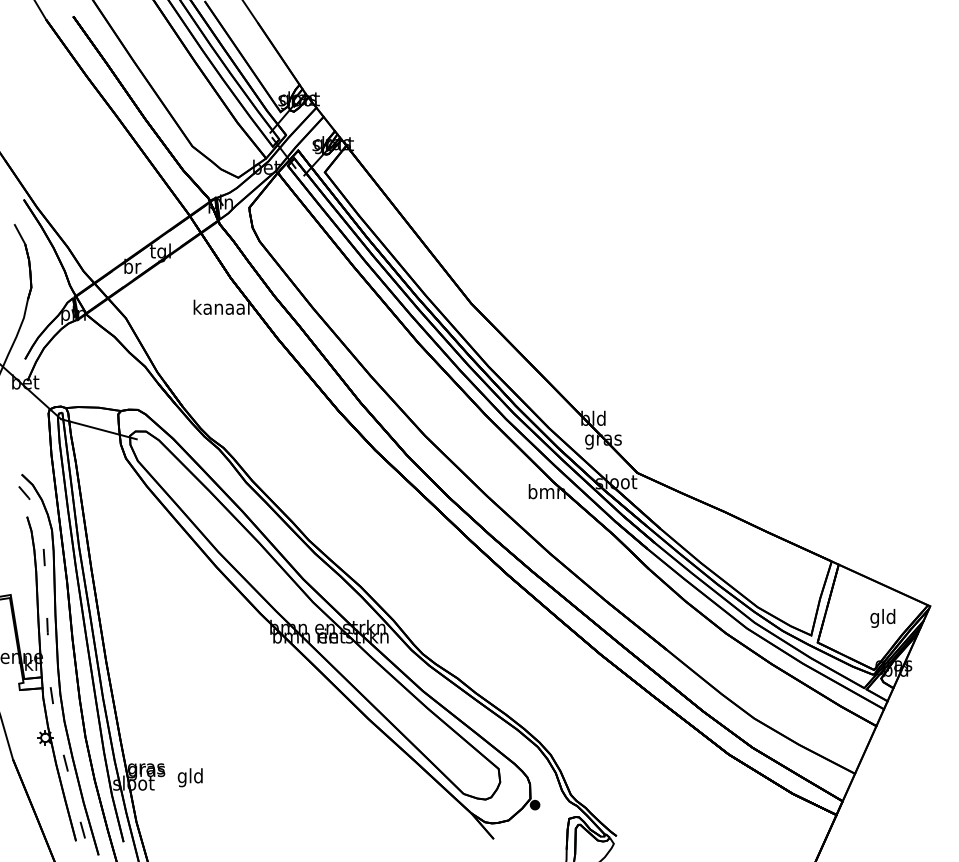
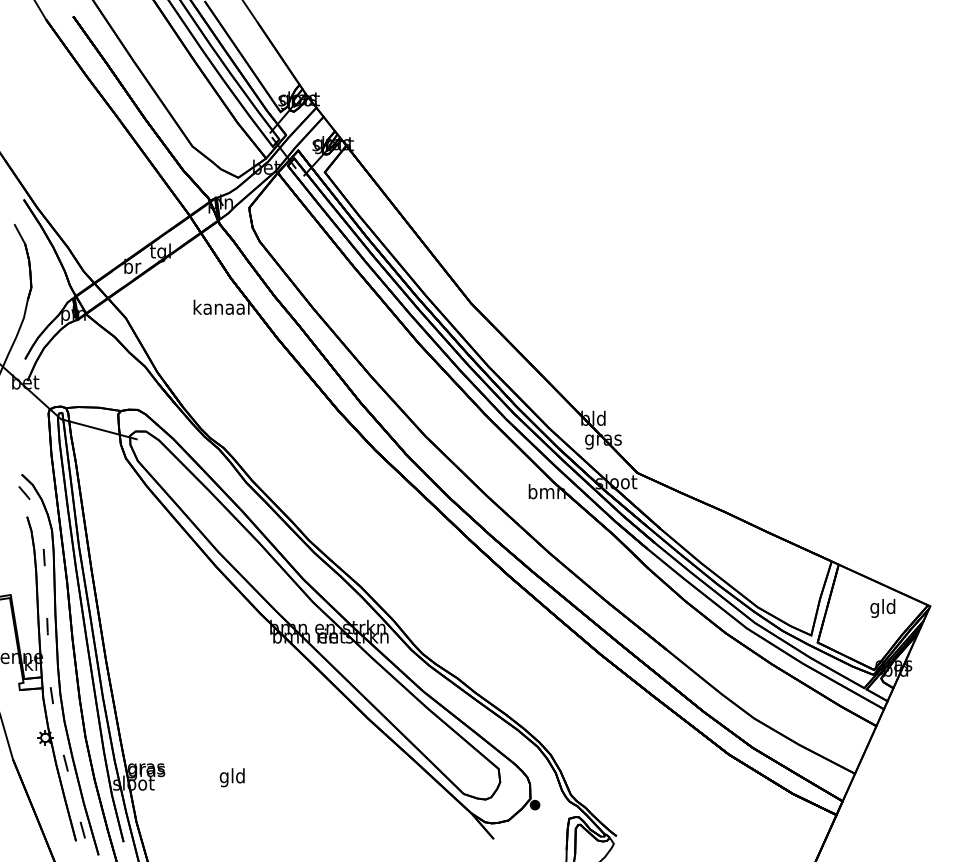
text at (882, 618) position: (882, 618) -> (882, 608)
text at (189, 777) position: (189, 777) -> (231, 777)
